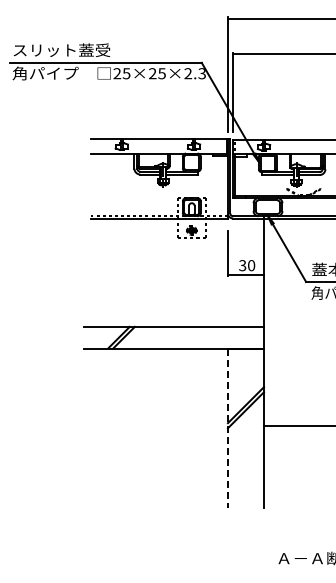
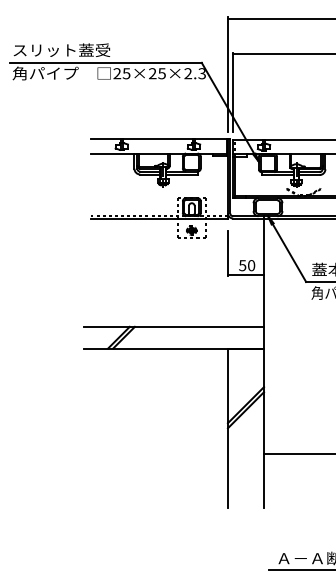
text at (242, 265): 30 -> 50
line at (298, 426) position: (298, 426) -> (298, 454)
line at (227, 428): dashed -> solid
line at (300, 570): none -> present
